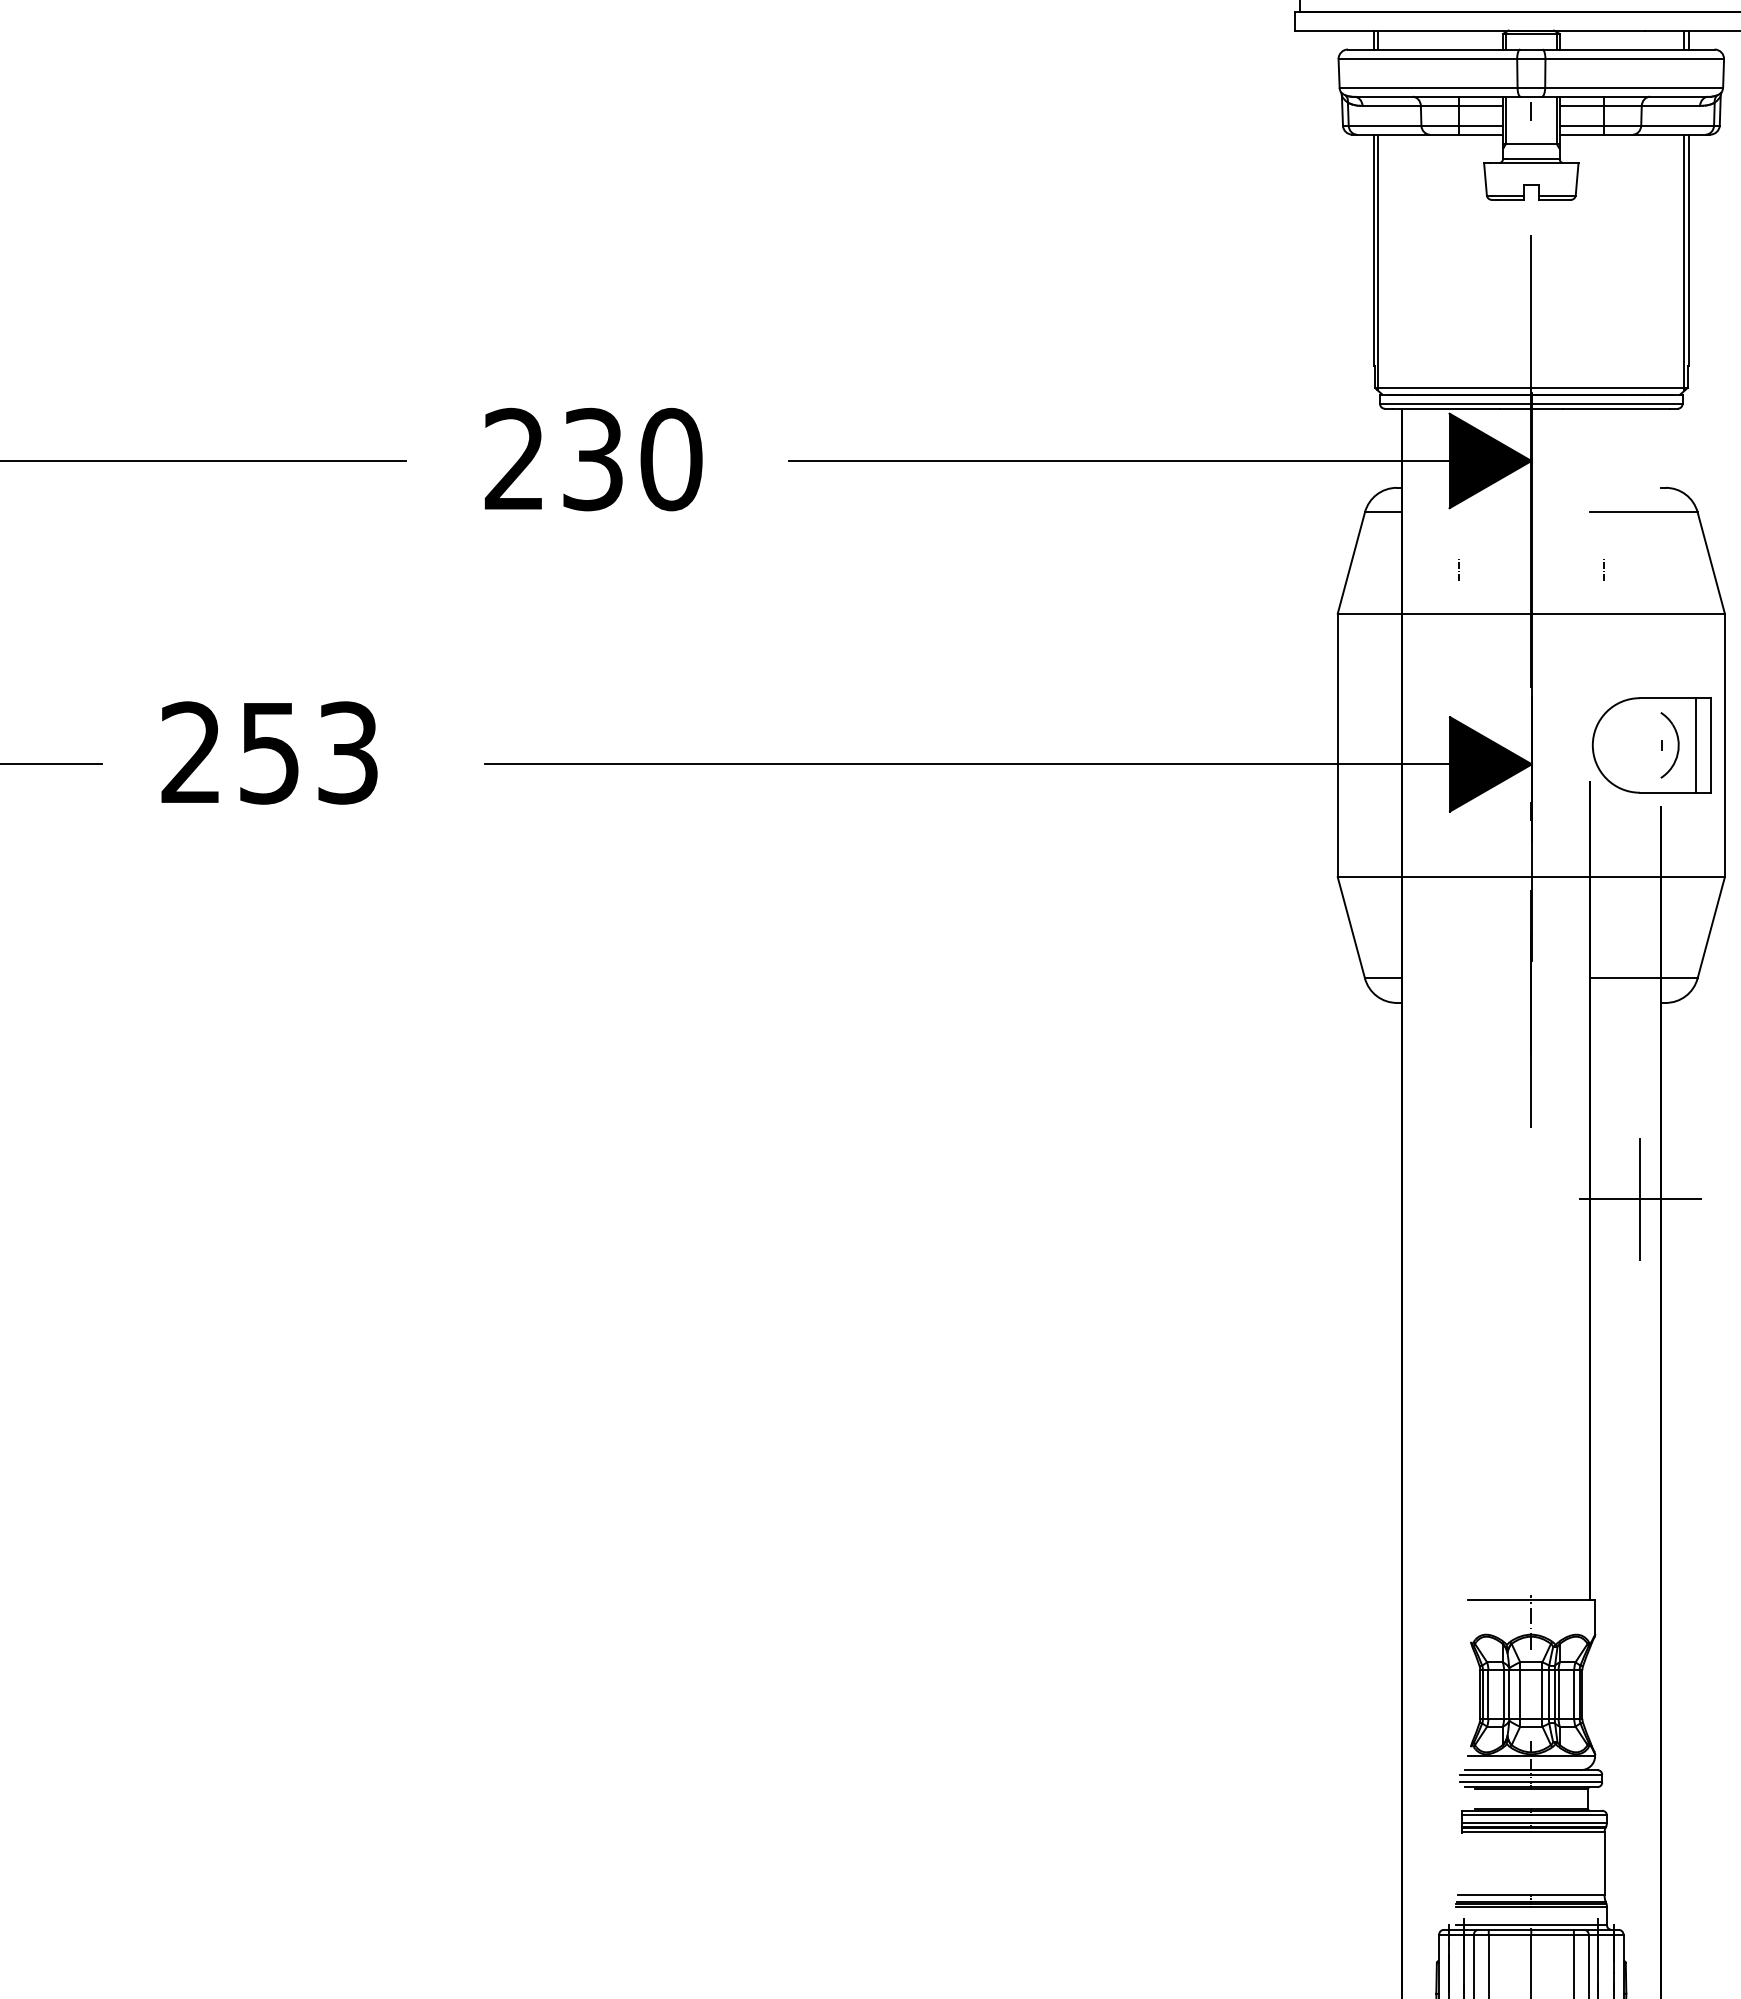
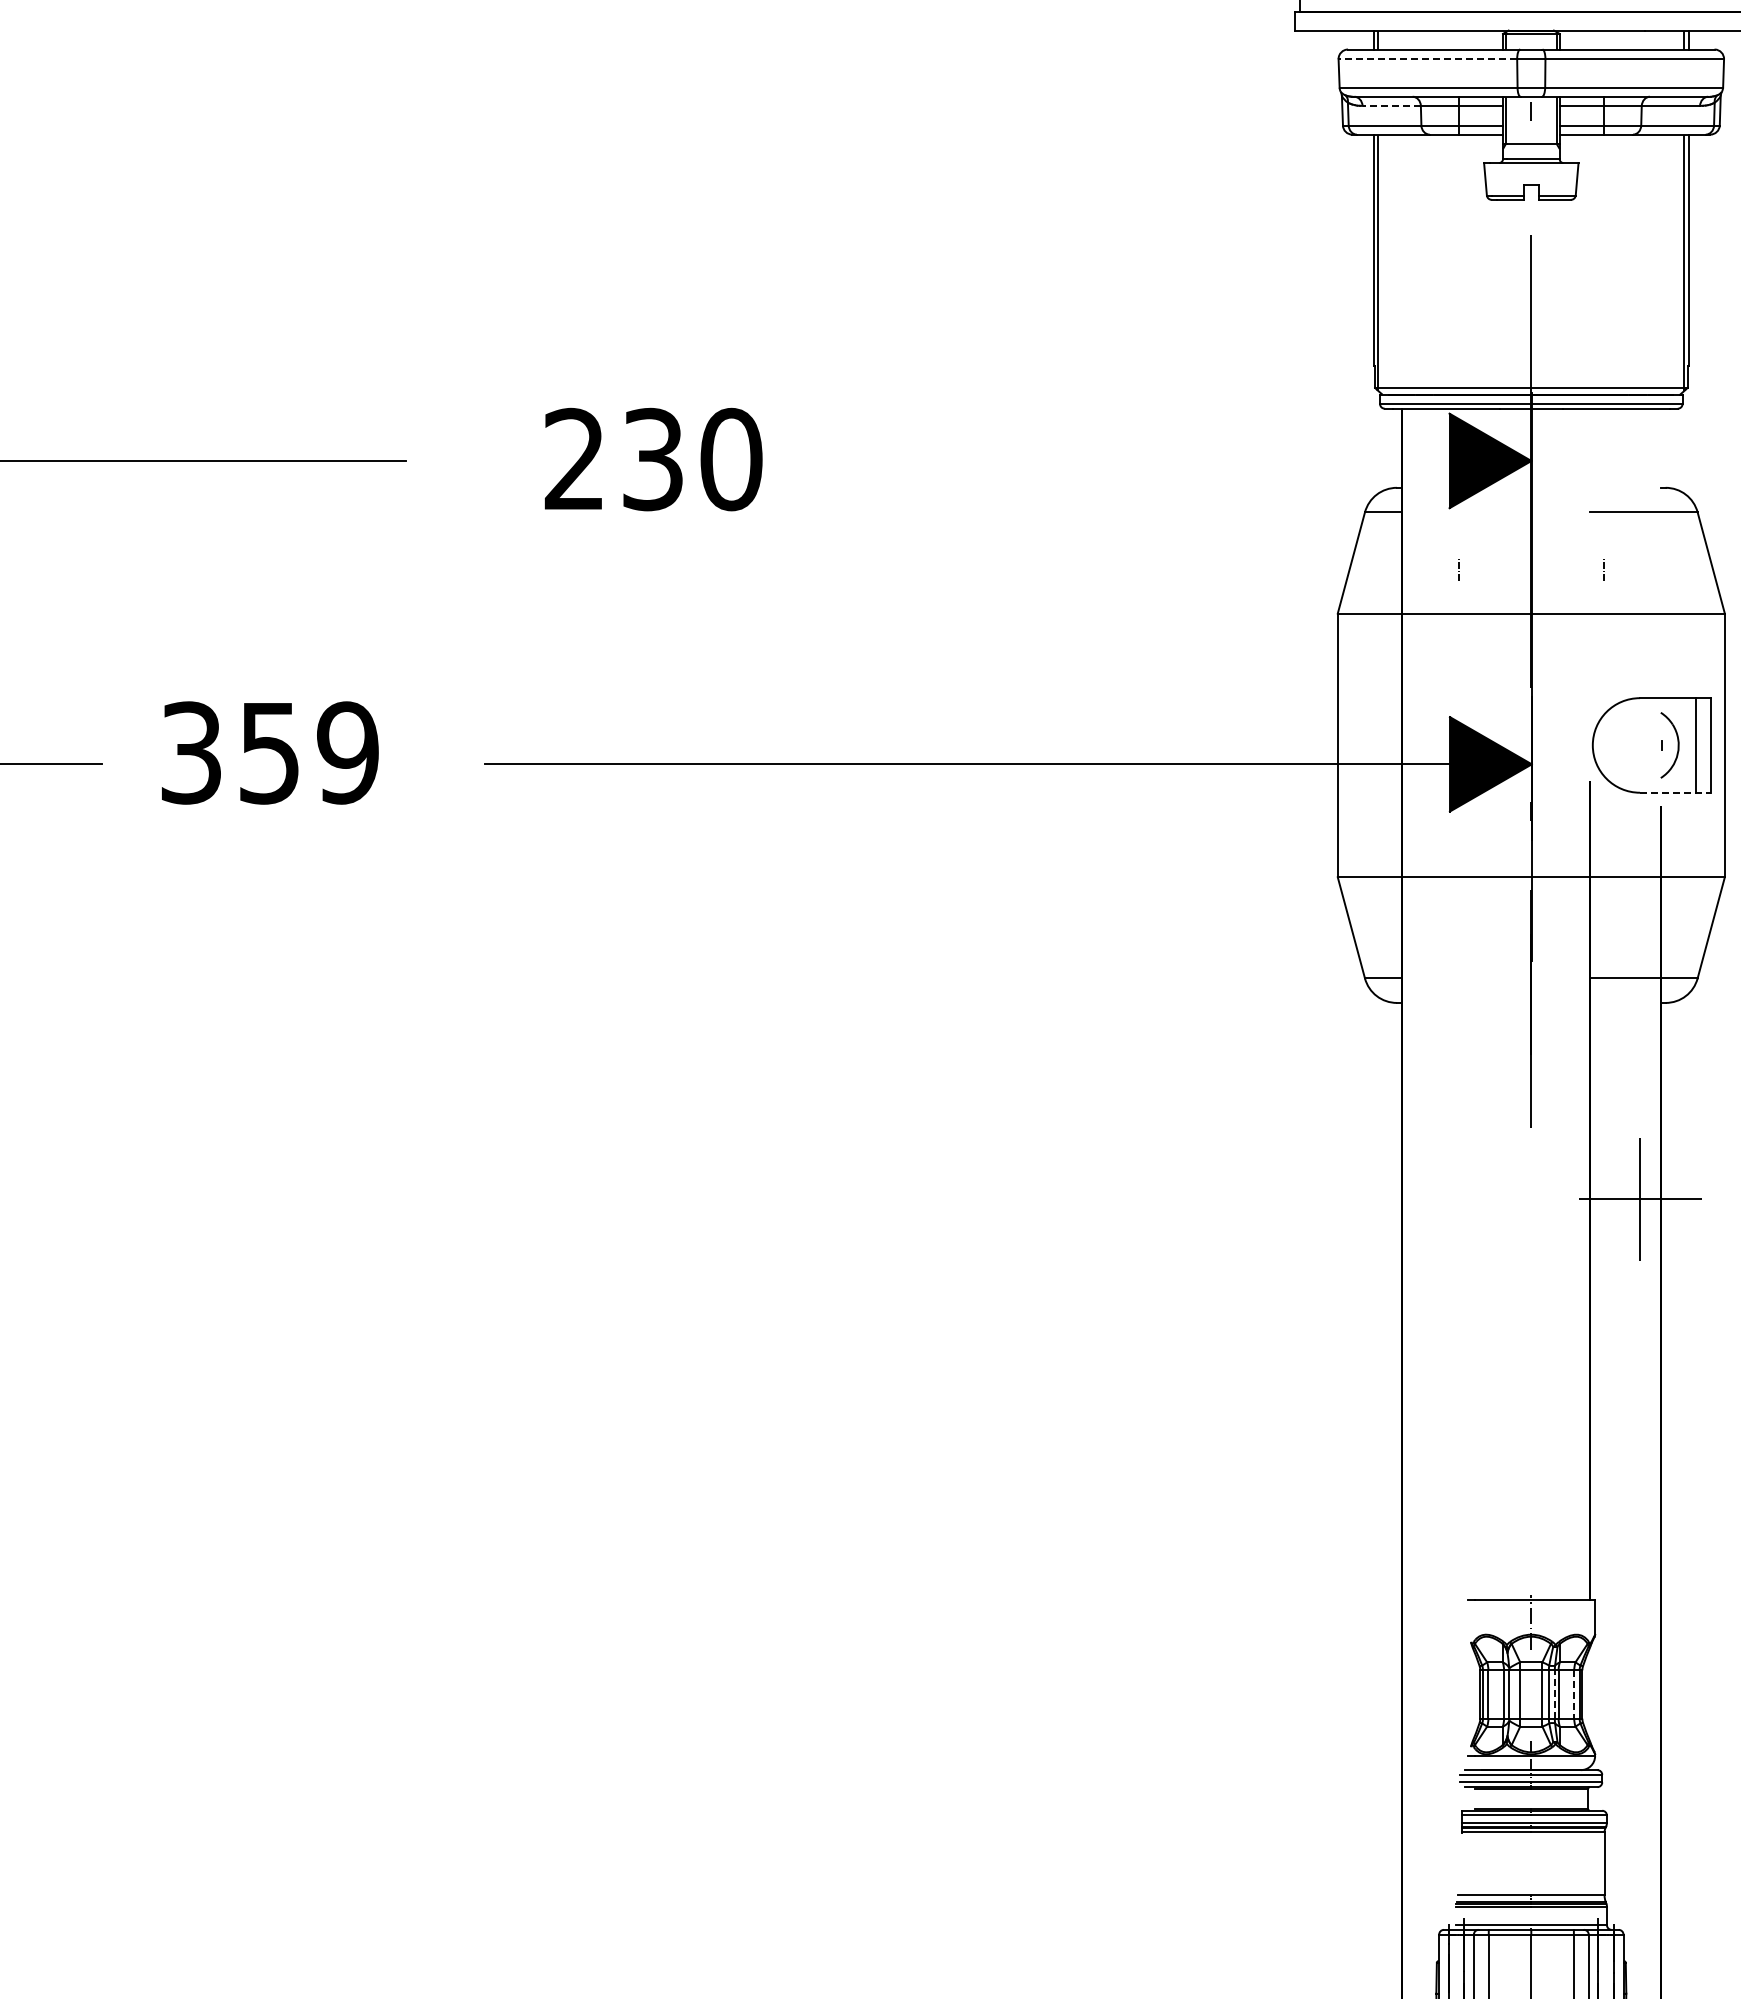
line at (1427, 59): solid -> dashed
line at (1391, 105): solid -> dashed
text at (593, 459) position: (593, 459) -> (653, 459)
line at (1118, 461): present -> none
text at (269, 752): 253 -> 359
line at (1676, 792): solid -> dashed
line at (1554, 1694): solid -> dashed
line at (1574, 1695): solid -> dashed
